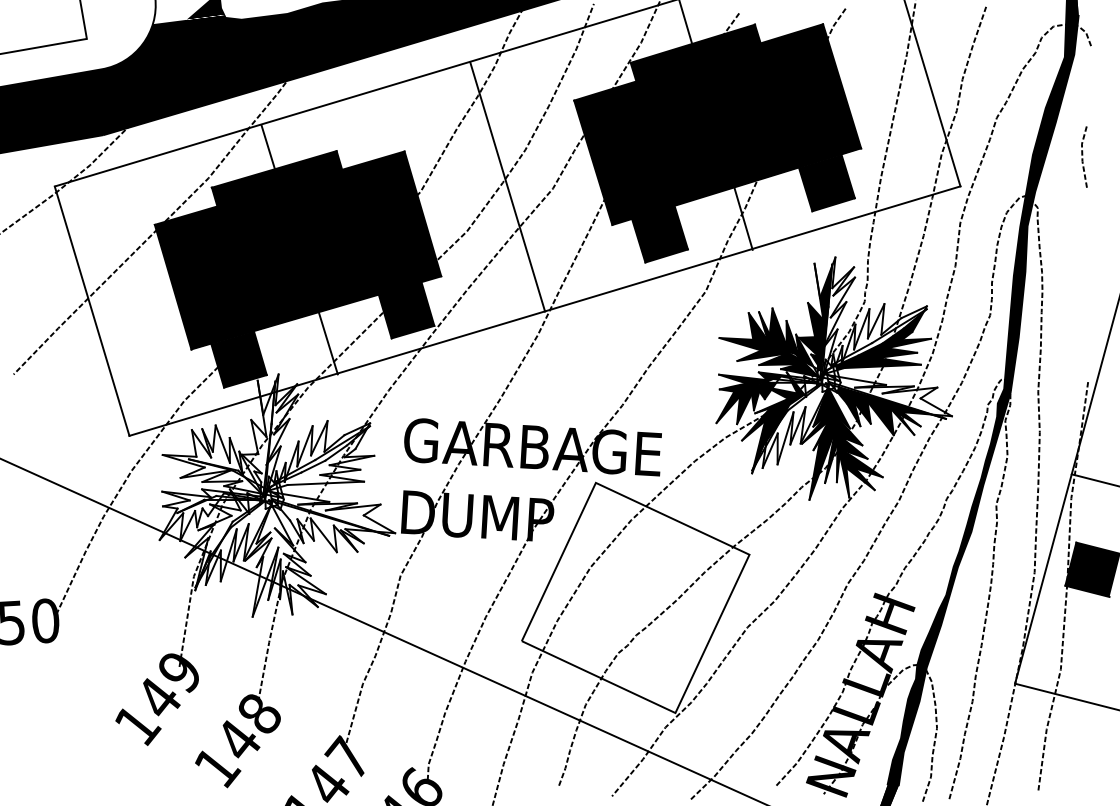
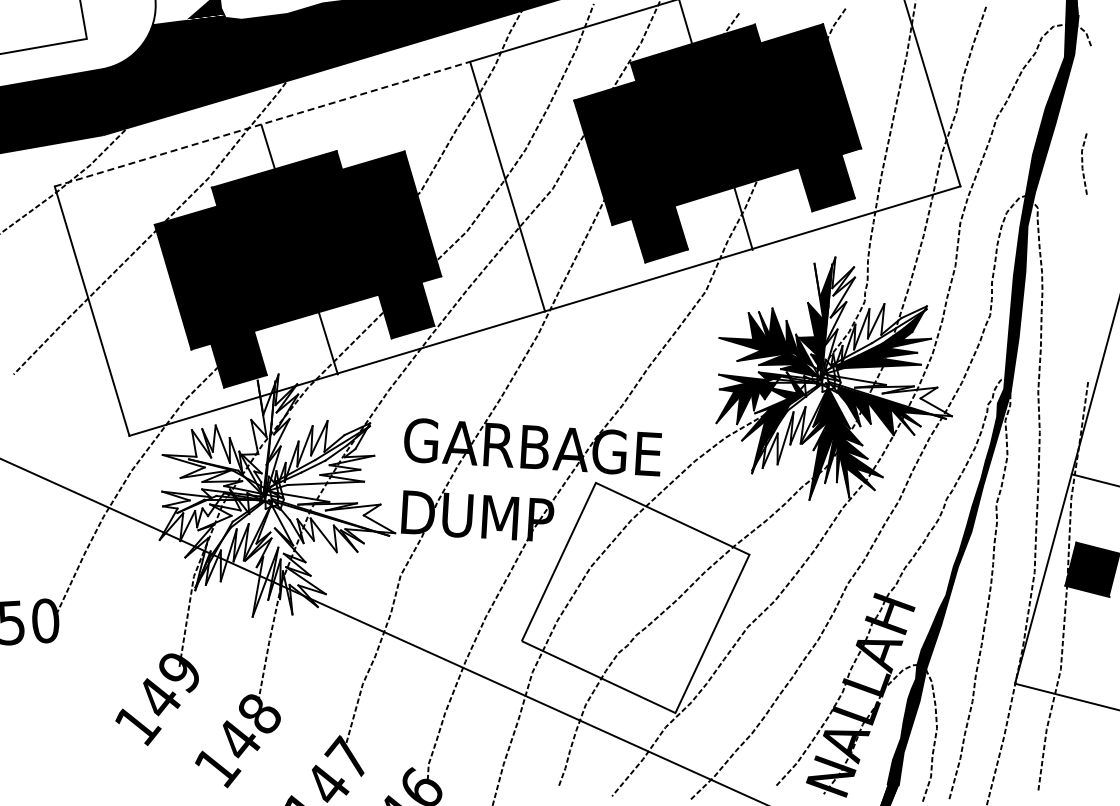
line at (262, 124): solid -> dashed
line at (1083, 155) position: (1083, 155) -> (1083, 162)
